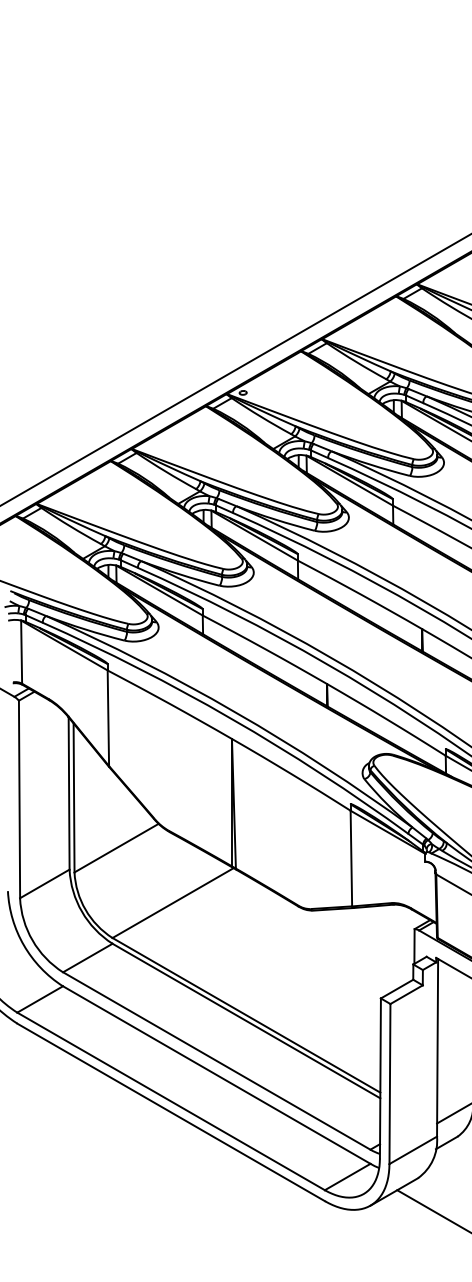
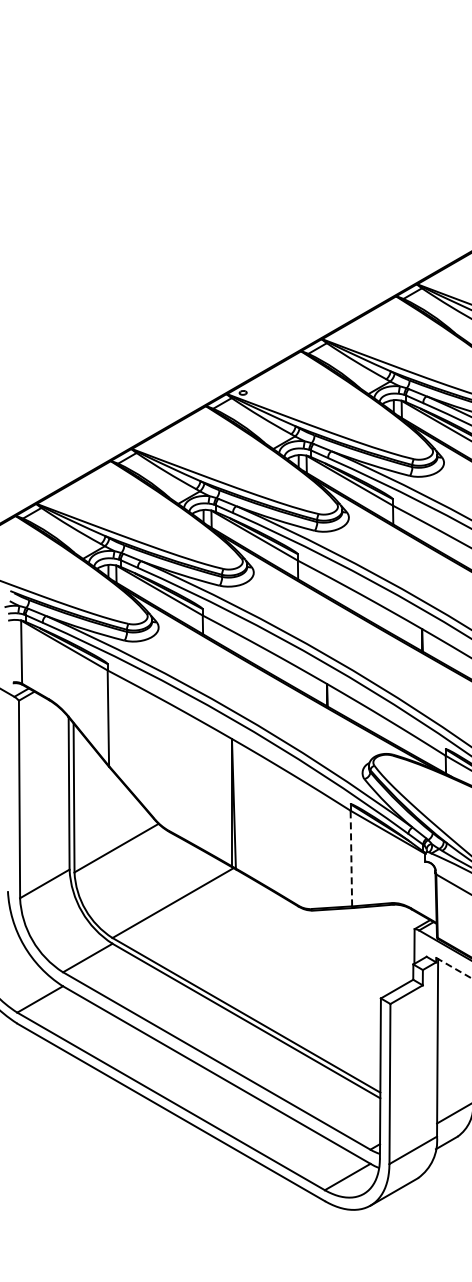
line at (235, 369): present -> none
line at (351, 858): solid -> dashed
line at (454, 968): solid -> dashed
line at (432, 1210): present -> none
